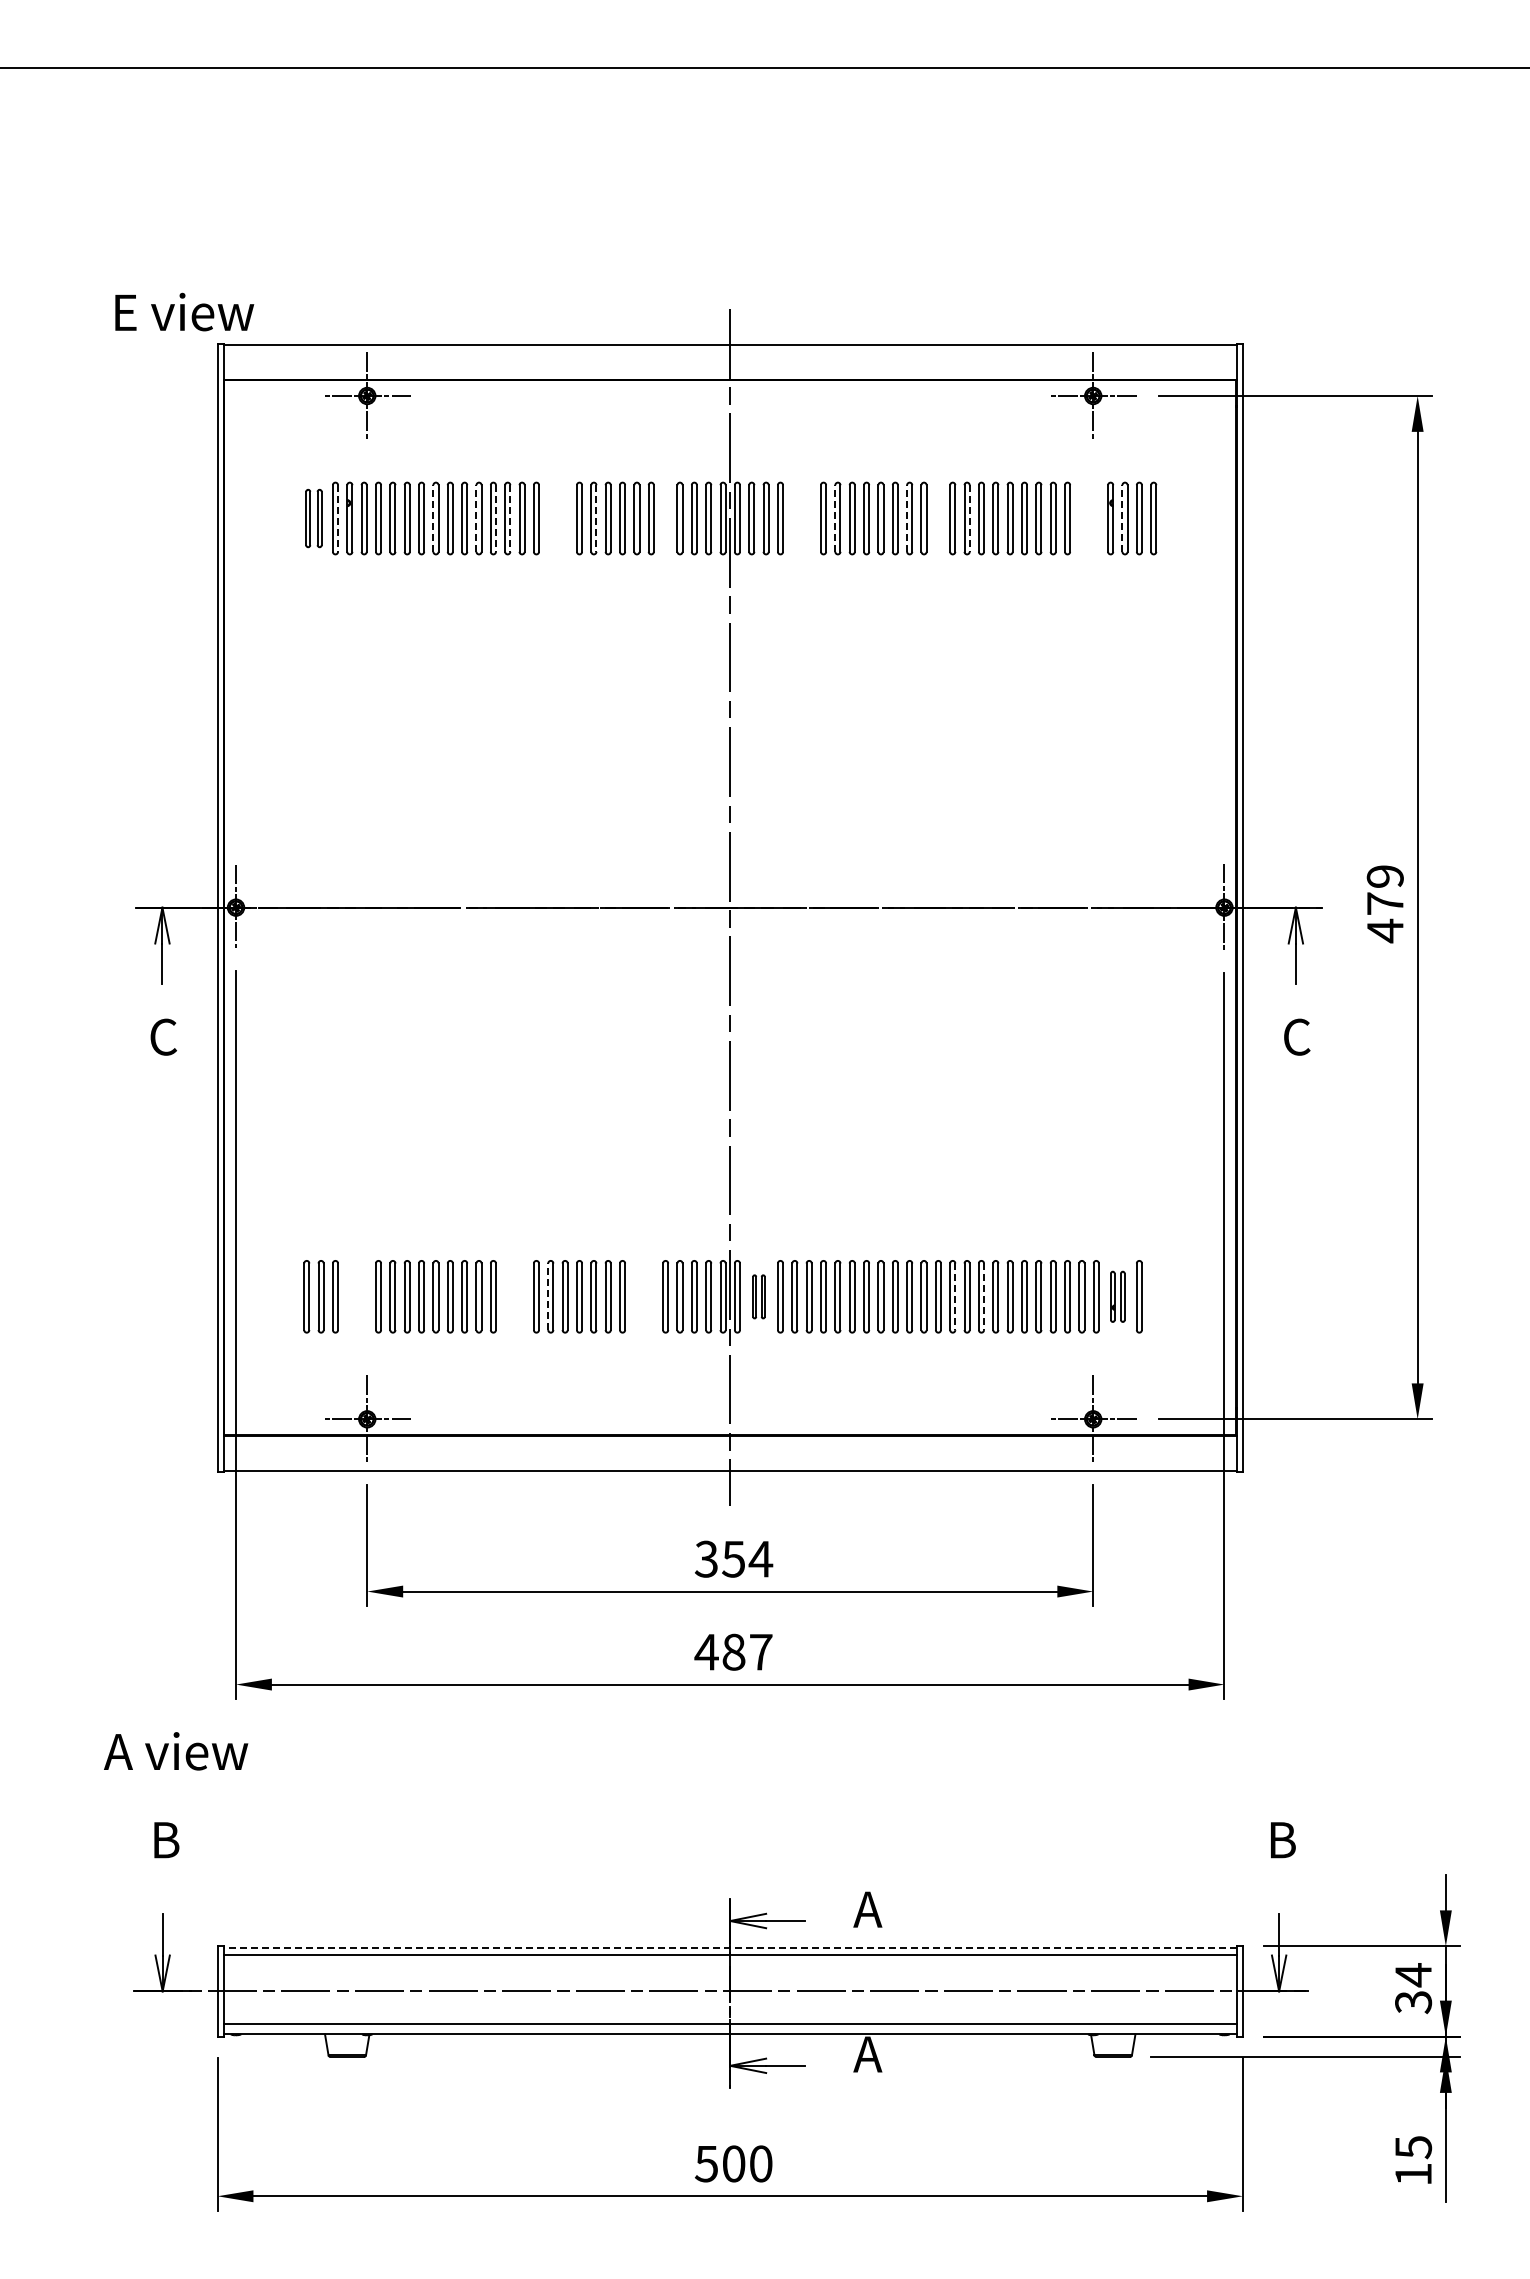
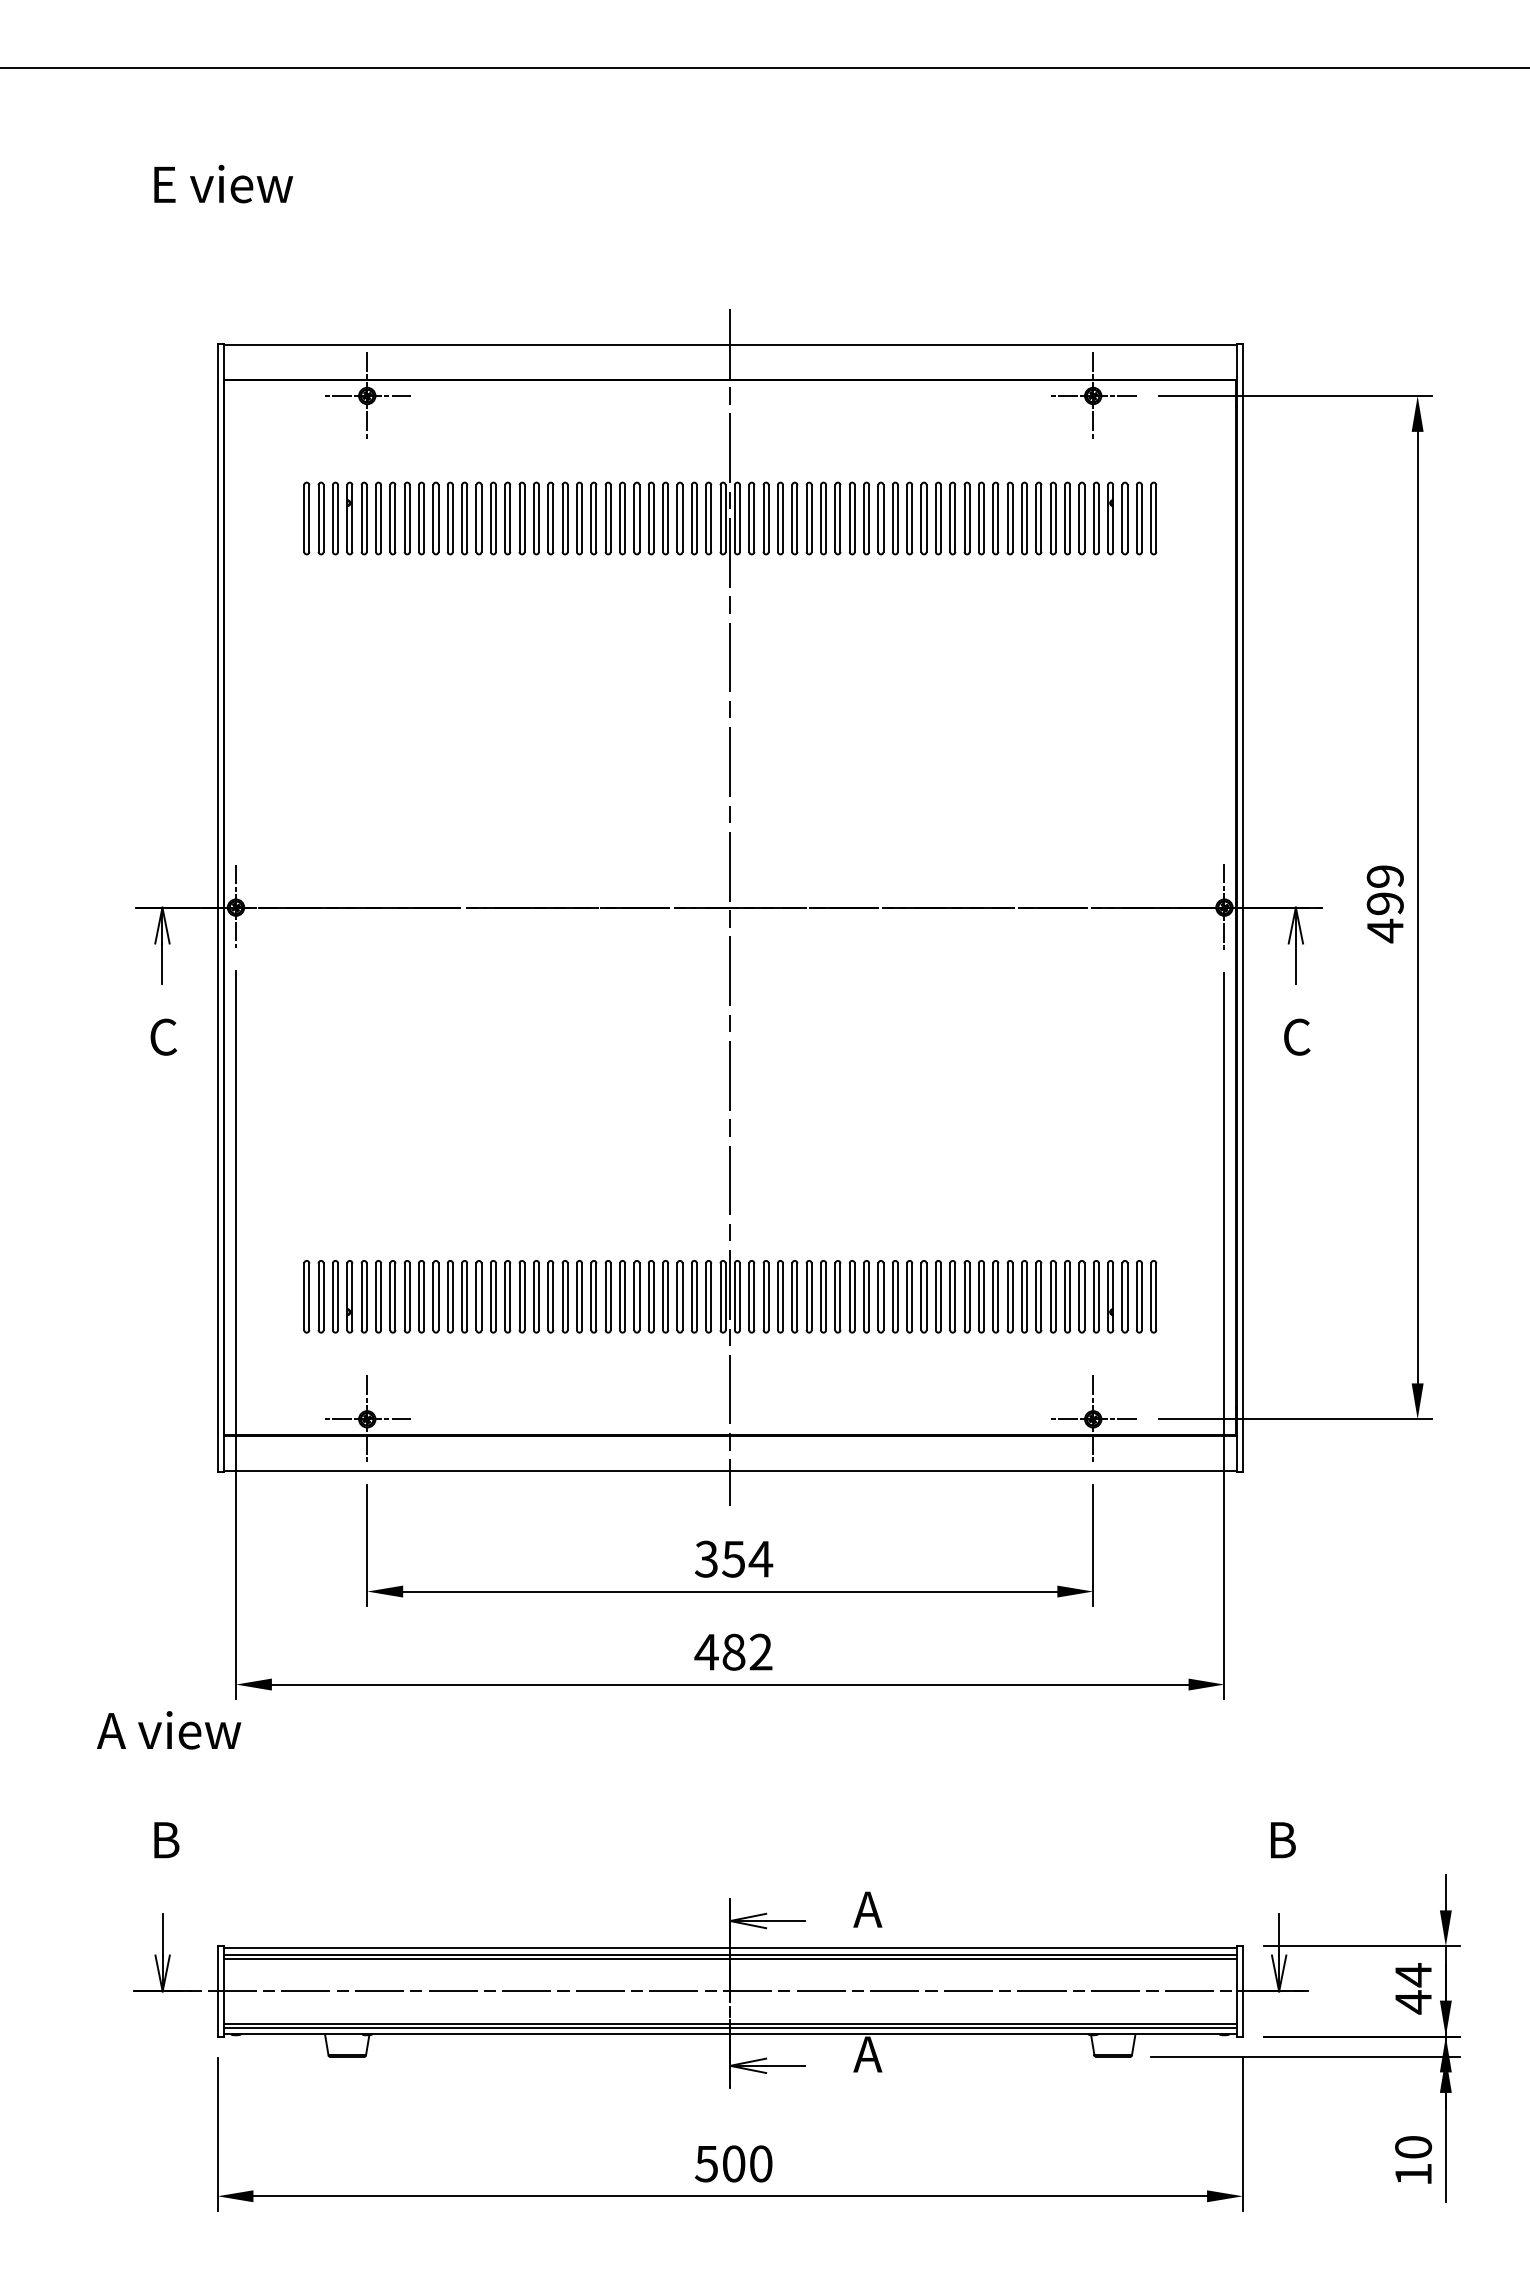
text at (184, 311) position: (184, 311) -> (223, 183)
part at (313, 518) size: 18x61 px -> 22x75 px
line at (433, 518): dashed -> solid
line at (476, 518): dashed -> solid
part at (557, 518): none -> present
part at (665, 518): none -> present
part at (801, 518): none -> present
line at (835, 518): dashed -> solid
line at (907, 518): dashed -> solid
part at (938, 518): none -> present
part at (1088, 518): none -> present
line at (1122, 518): dashed -> solid
line at (338, 519): dashed -> solid
line at (495, 519): dashed -> solid
line at (510, 519): dashed -> solid
line at (596, 519): dashed -> solid
line at (969, 519): dashed -> solid
text at (1384, 903): 479 -> 499
part at (356, 1296): none -> present
part at (514, 1296): none -> present
line at (548, 1296): dashed -> solid
part at (643, 1296): none -> present
part at (758, 1296) size: 14x46 px -> 22x74 px
part at (1117, 1296) size: 16x53 px -> 22x74 px
part at (1153, 1296): none -> present
line at (955, 1297): dashed -> solid
line at (984, 1297): dashed -> solid
text at (760, 1651): 487 -> 482
text at (176, 1751) position: (176, 1751) -> (169, 1730)
line at (730, 1948): dashed -> solid
line at (729, 1958): none -> present
text at (1413, 2002): 34 -> 44
line at (729, 2028): none -> present
text at (1413, 2147): 15 -> 10
